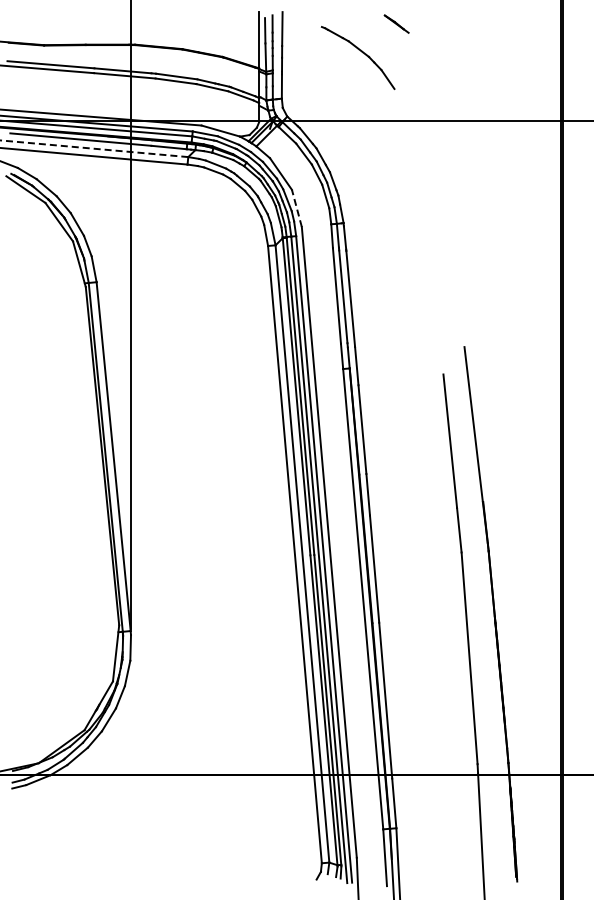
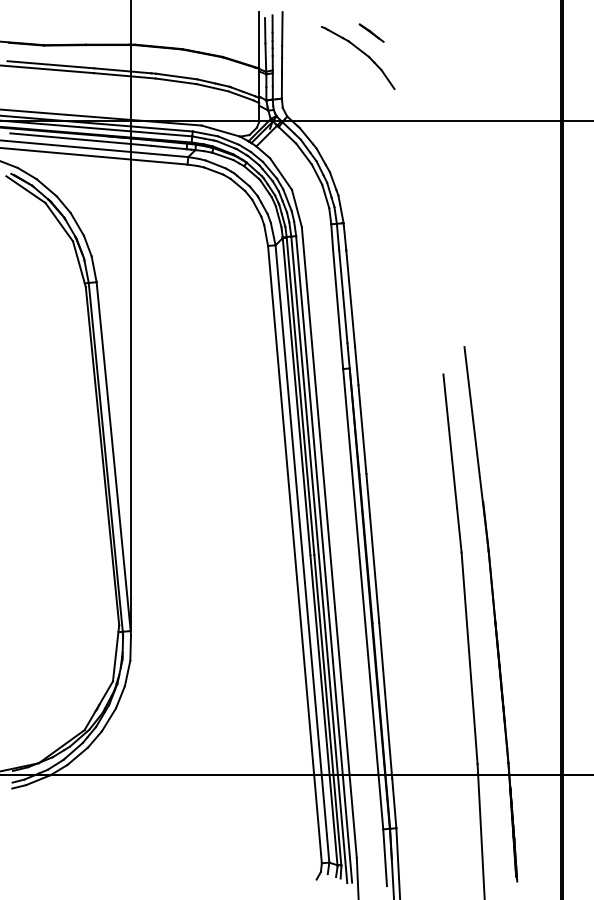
line at (396, 23) position: (396, 23) -> (371, 32)
line at (93, 148): dashed -> solid
line at (296, 207): dashed -> solid
